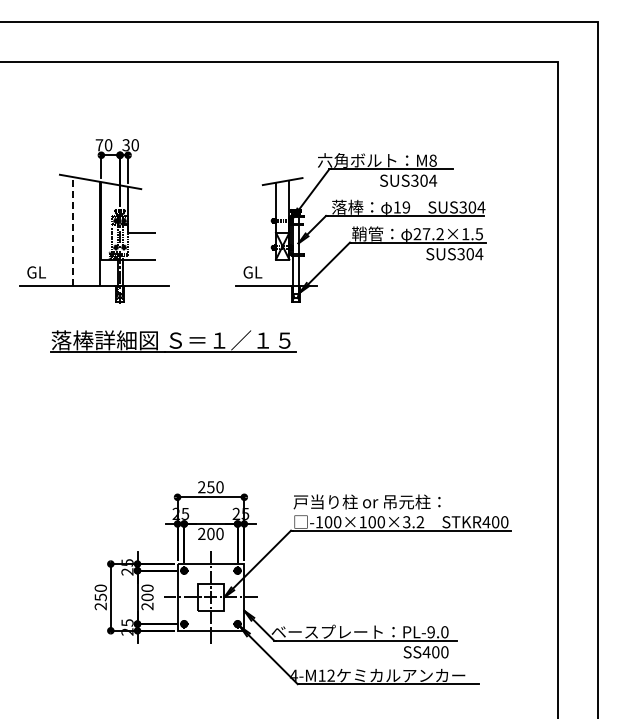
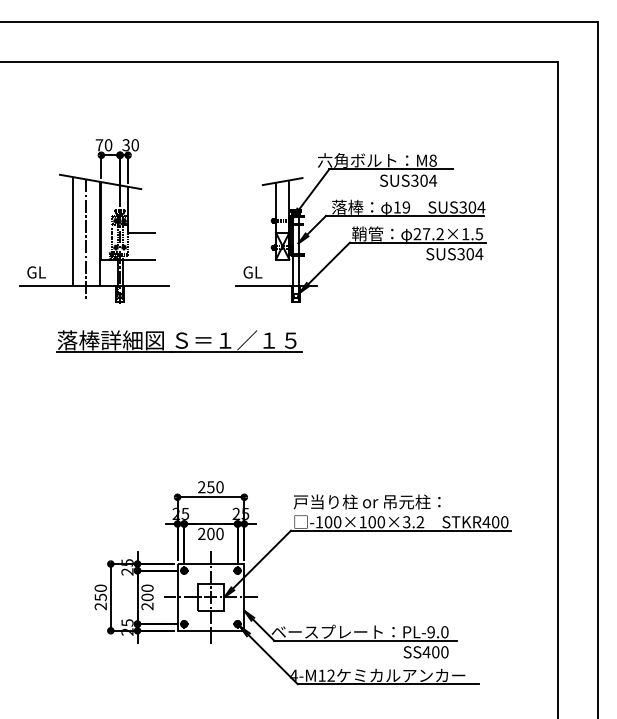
line at (73, 231): dashed -> solid
line at (86, 239): none -> present
part at (173, 341) position: (173, 341) -> (179, 341)
